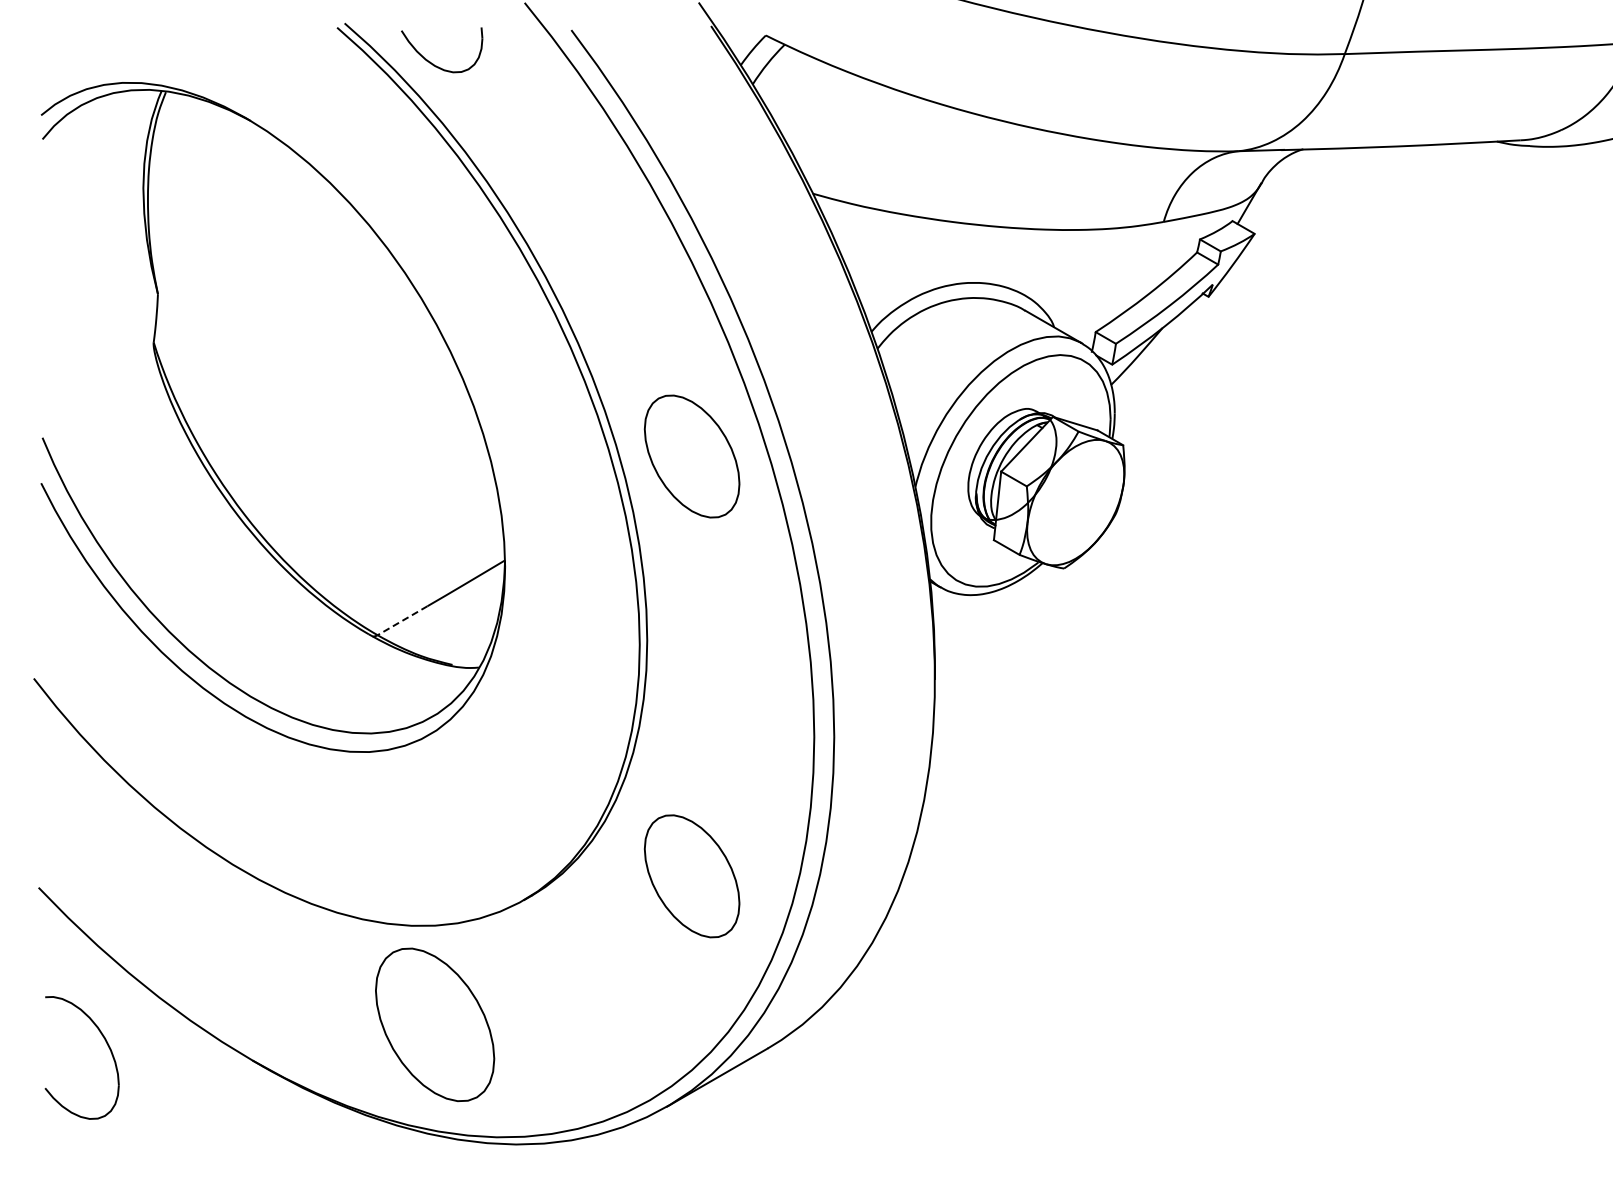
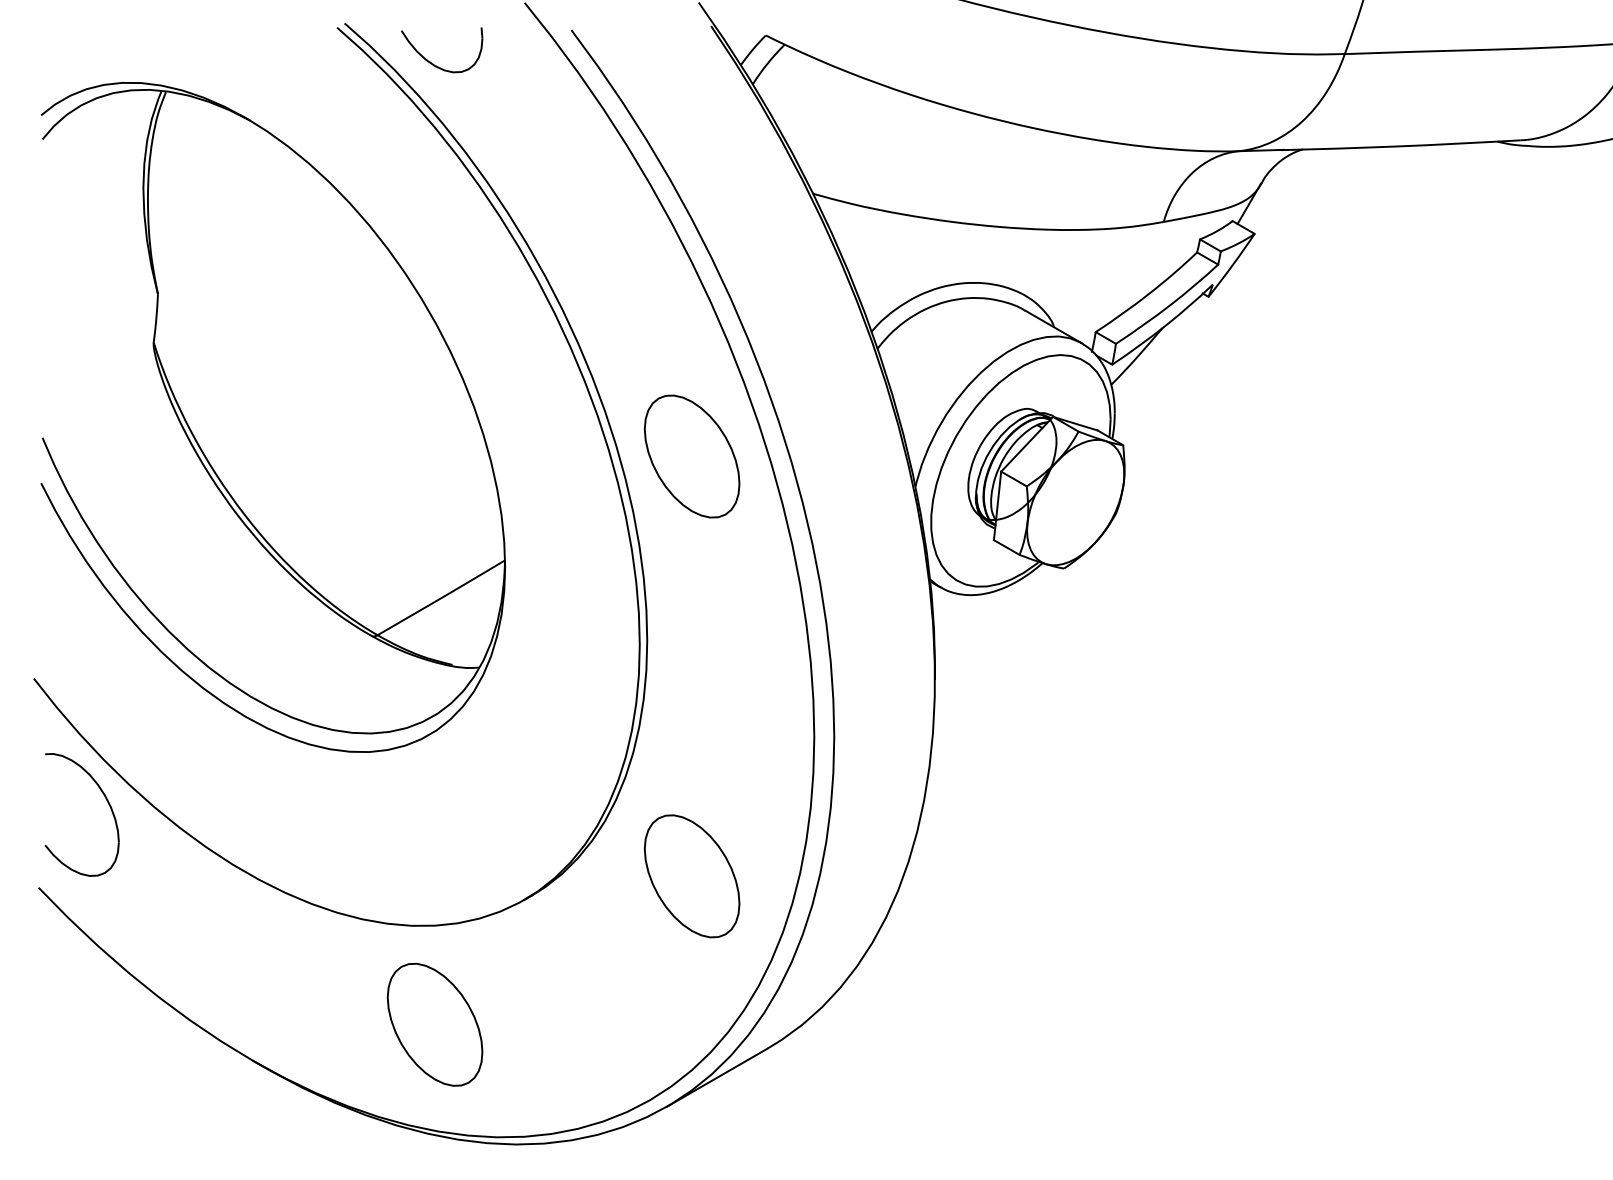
line at (402, 620): dashed -> solid
part at (435, 1024) size: 121x156 px -> 98x125 px
part at (107, 1045) position: (107, 1045) -> (107, 802)
